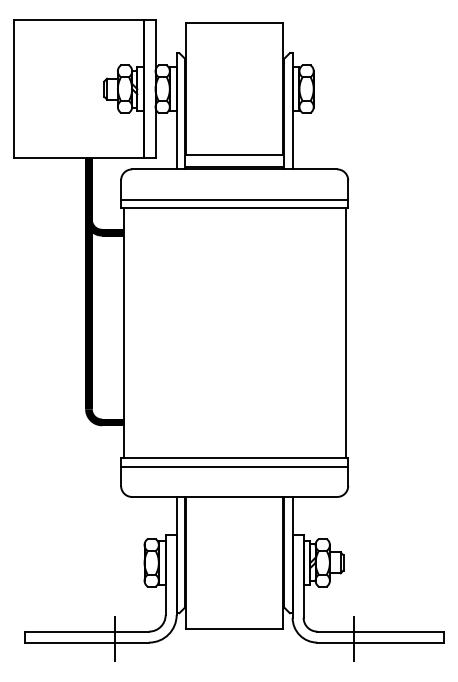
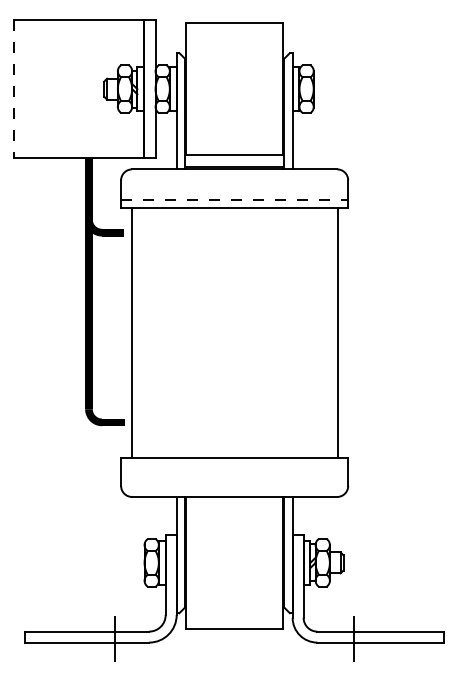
line at (13, 89): solid -> dashed
line at (234, 199): solid -> dashed
line at (123, 332) position: (123, 332) -> (131, 332)
line at (345, 332) position: (345, 332) -> (337, 332)
line at (234, 466): present -> none
